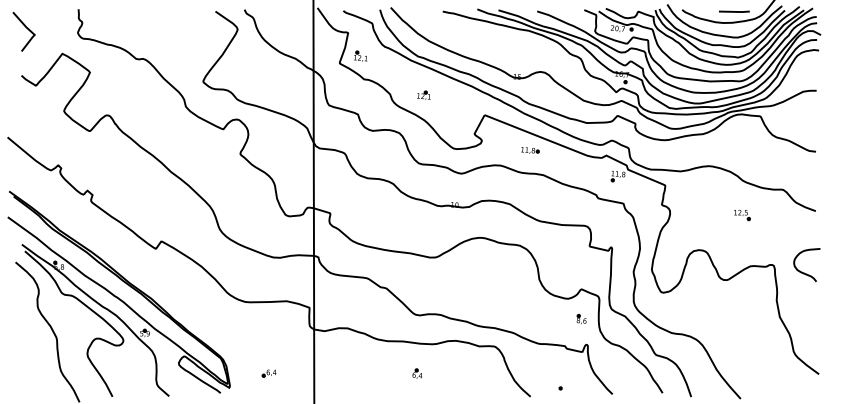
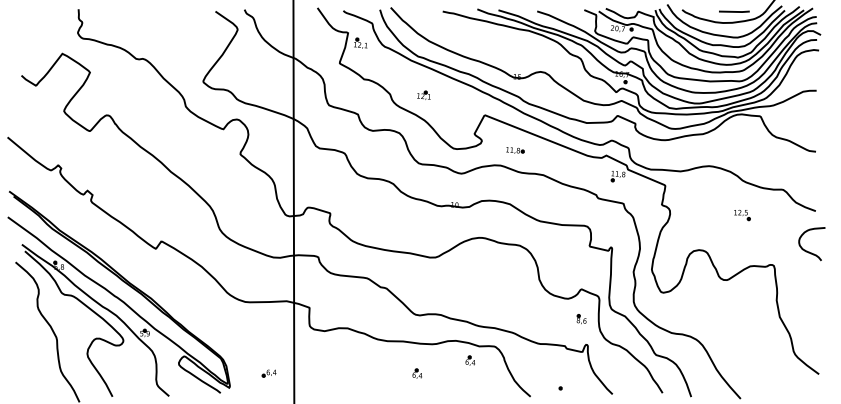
line at (26, 28): present -> none
part at (360, 55) position: (360, 55) -> (360, 42)
part at (530, 150) position: (530, 150) -> (515, 150)
line at (313, 201) position: (313, 201) -> (293, 201)
curve at (802, 271) position: (802, 271) -> (807, 250)
part at (469, 360): none -> present
